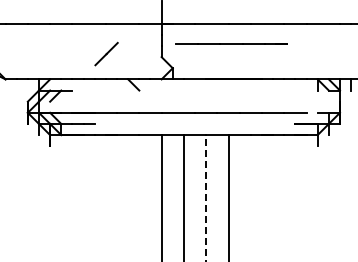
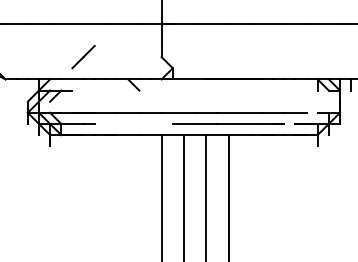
line at (231, 43) position: (231, 43) -> (228, 123)
line at (106, 53) position: (106, 53) -> (83, 56)
line at (206, 198): dashed -> solid
